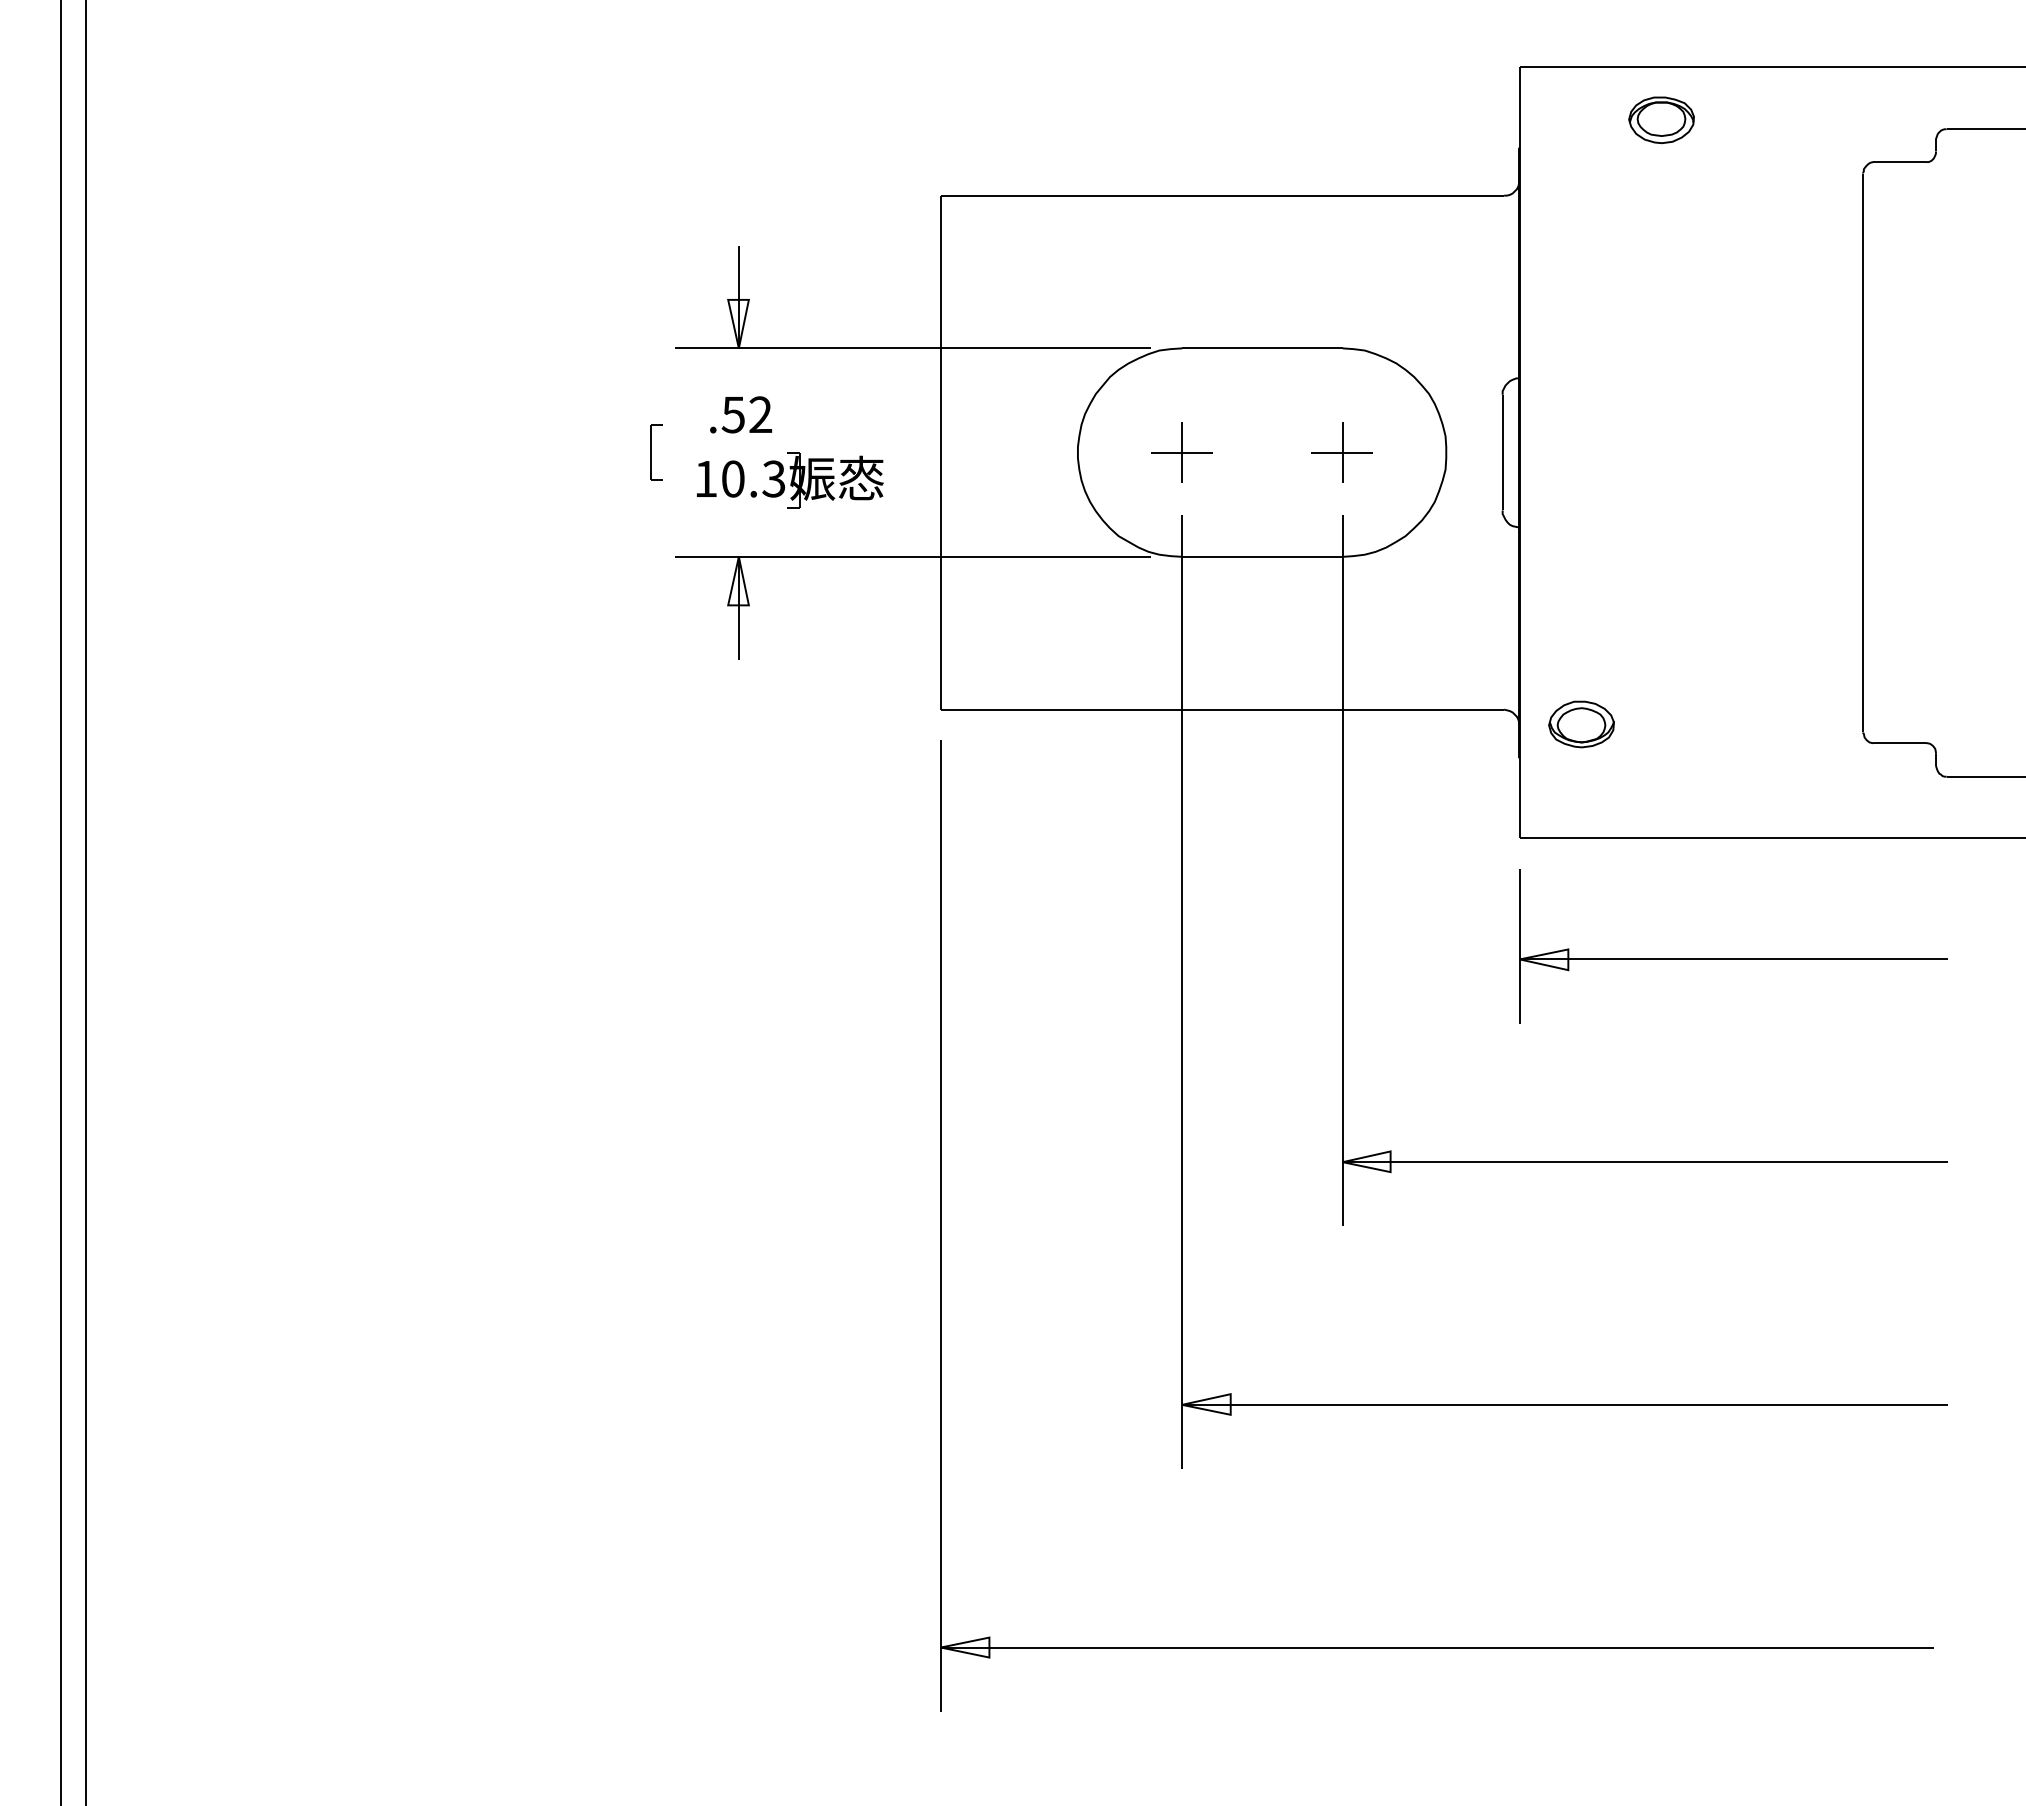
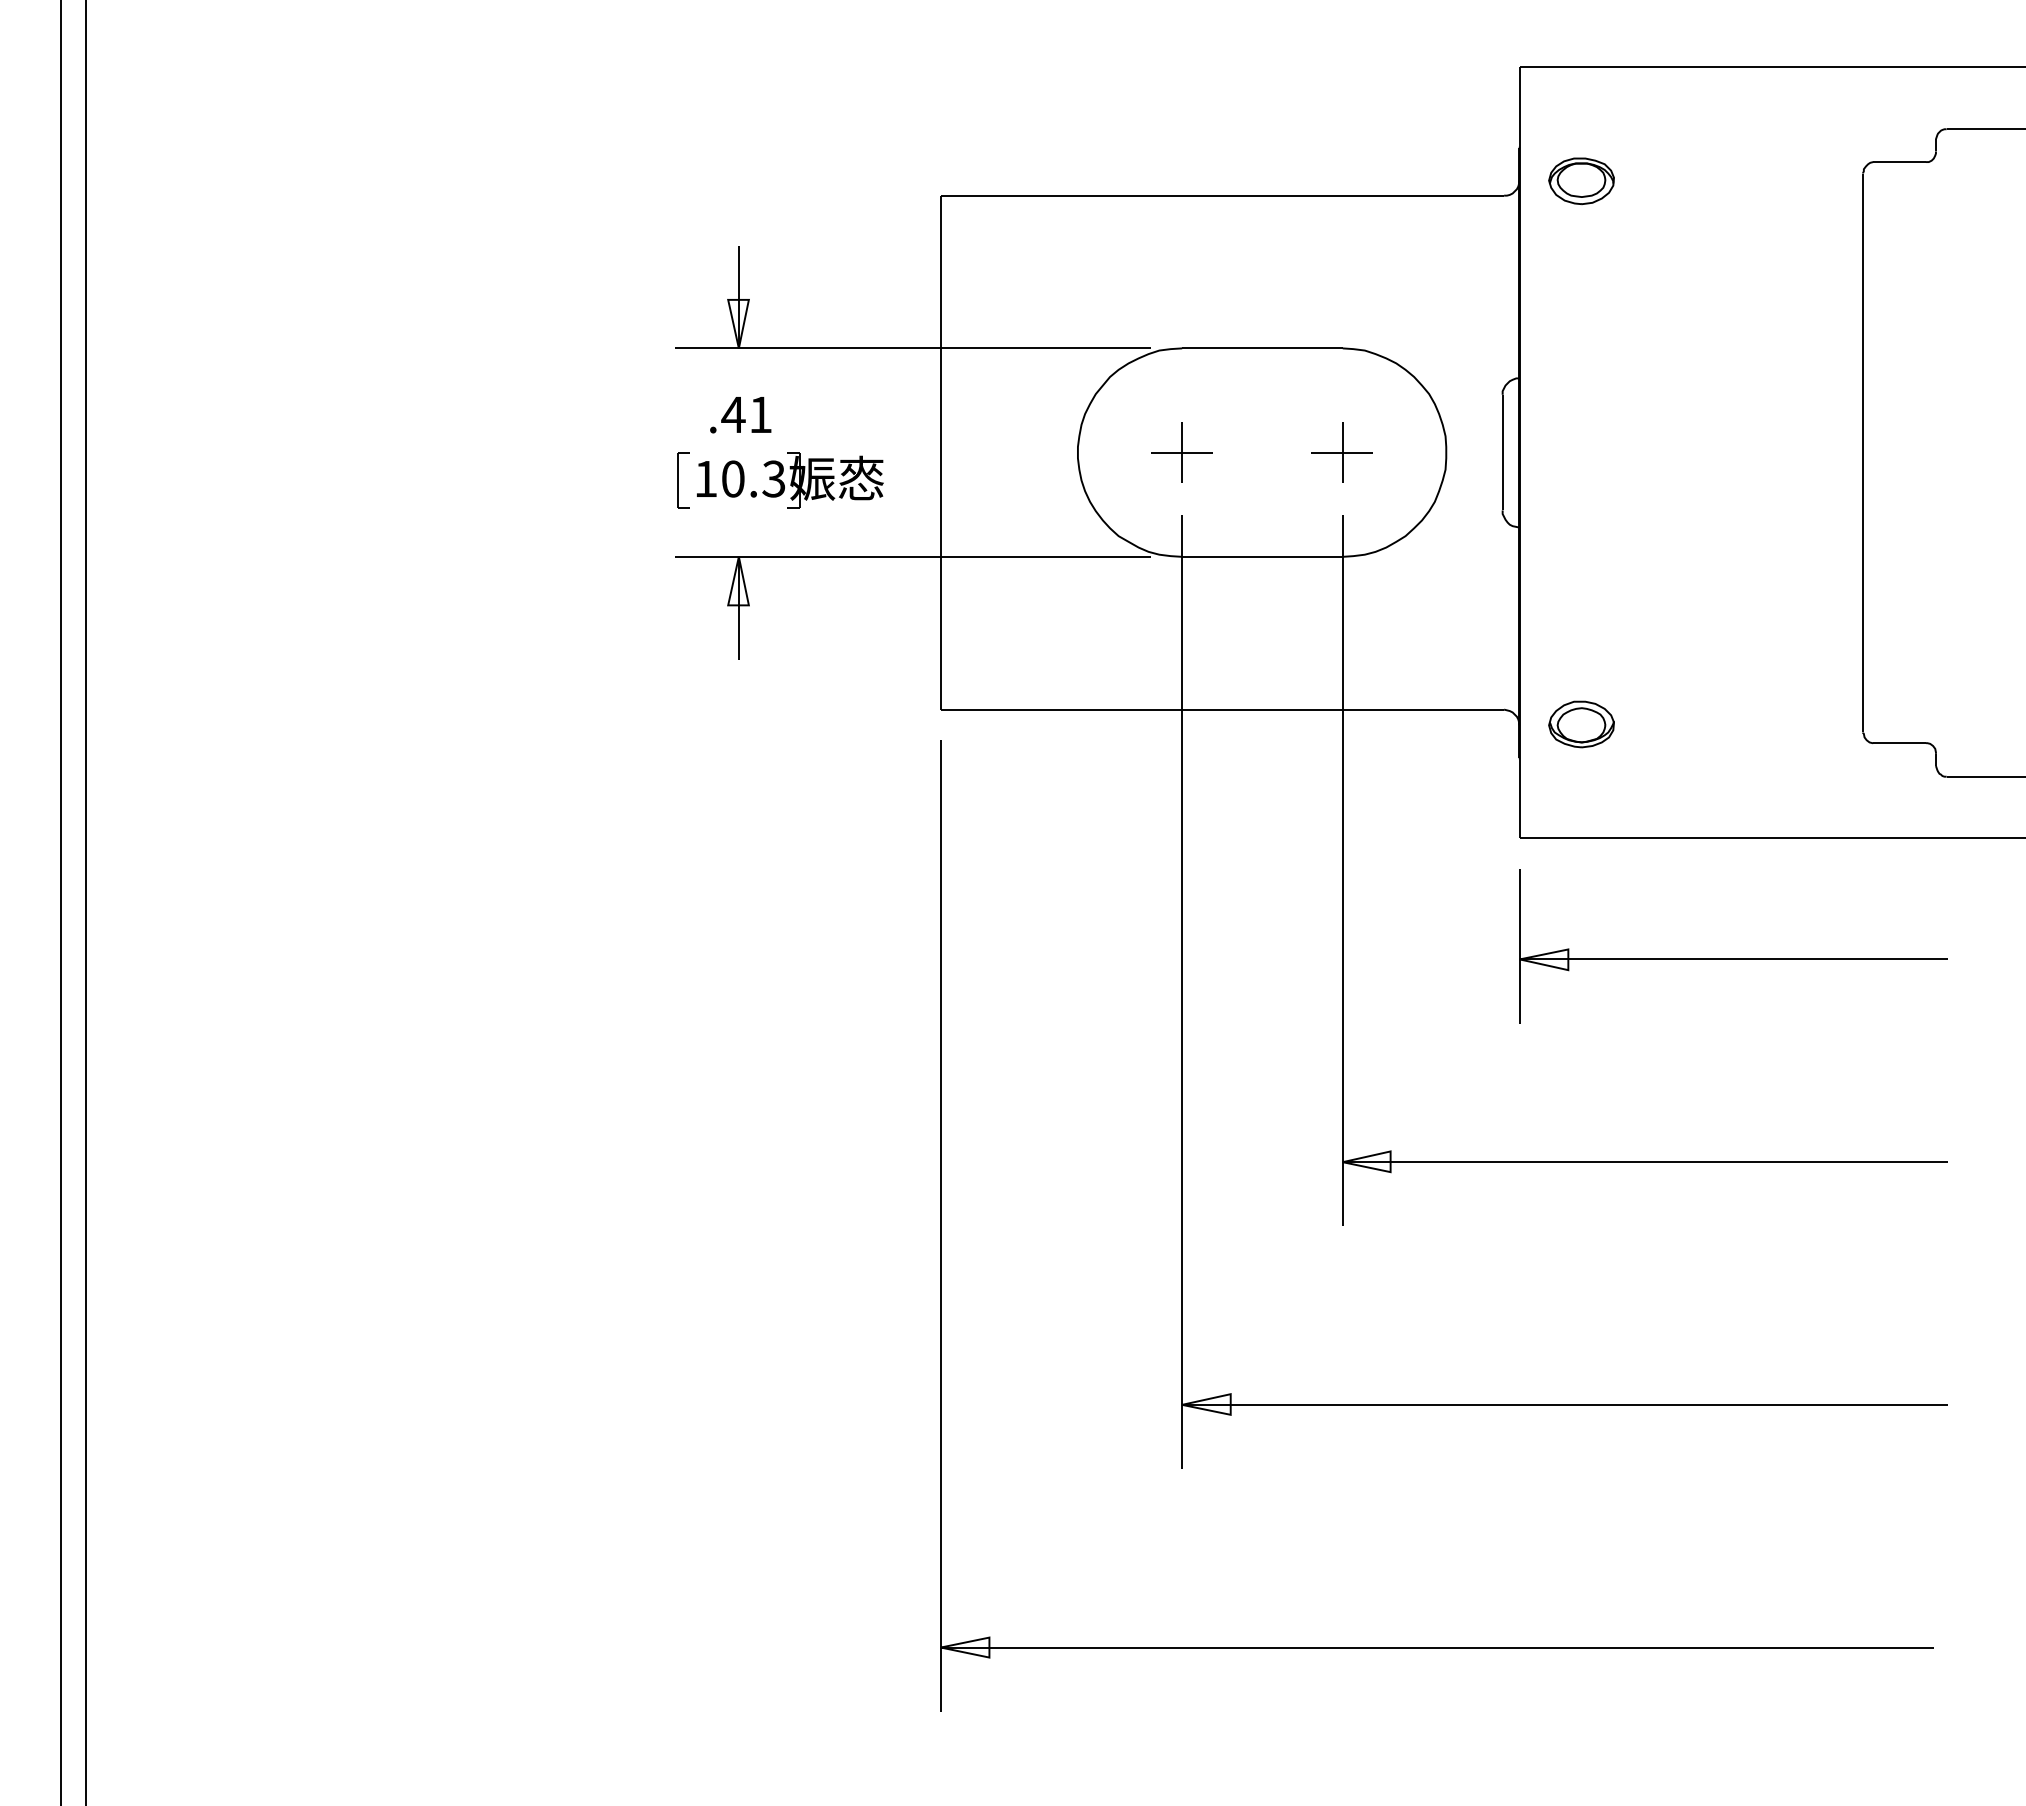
part at (1661, 119) position: (1661, 119) -> (1581, 180)
text at (746, 414): .52 -> .41
part at (656, 452) position: (656, 452) -> (683, 480)
